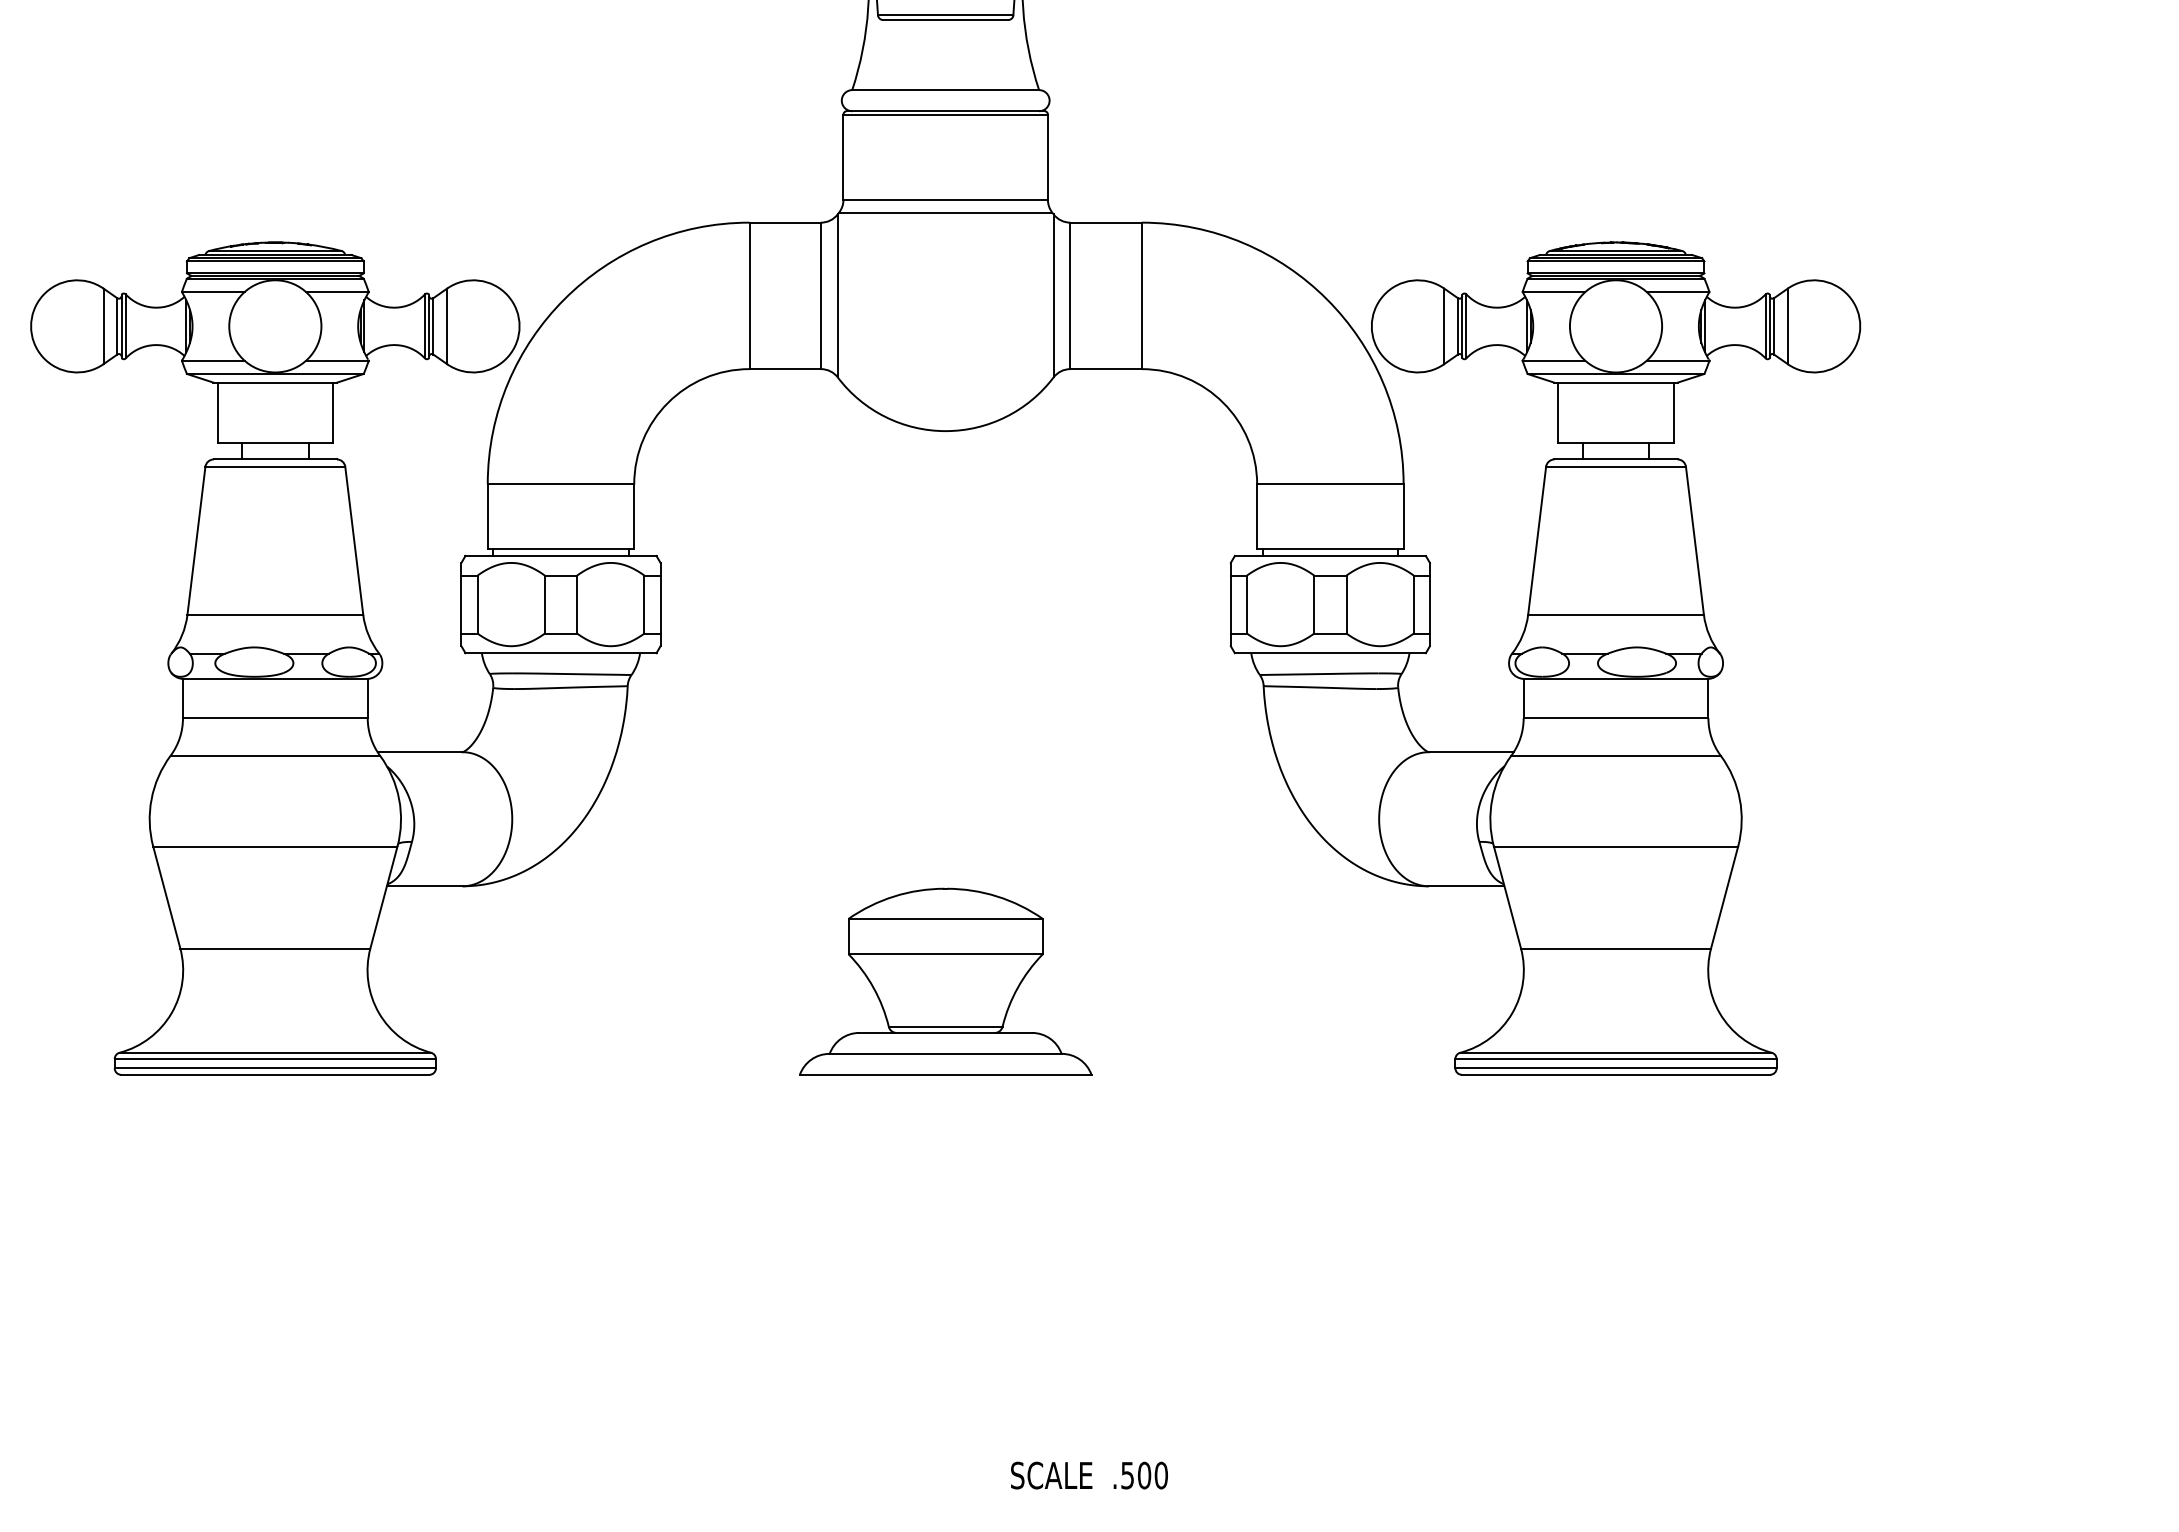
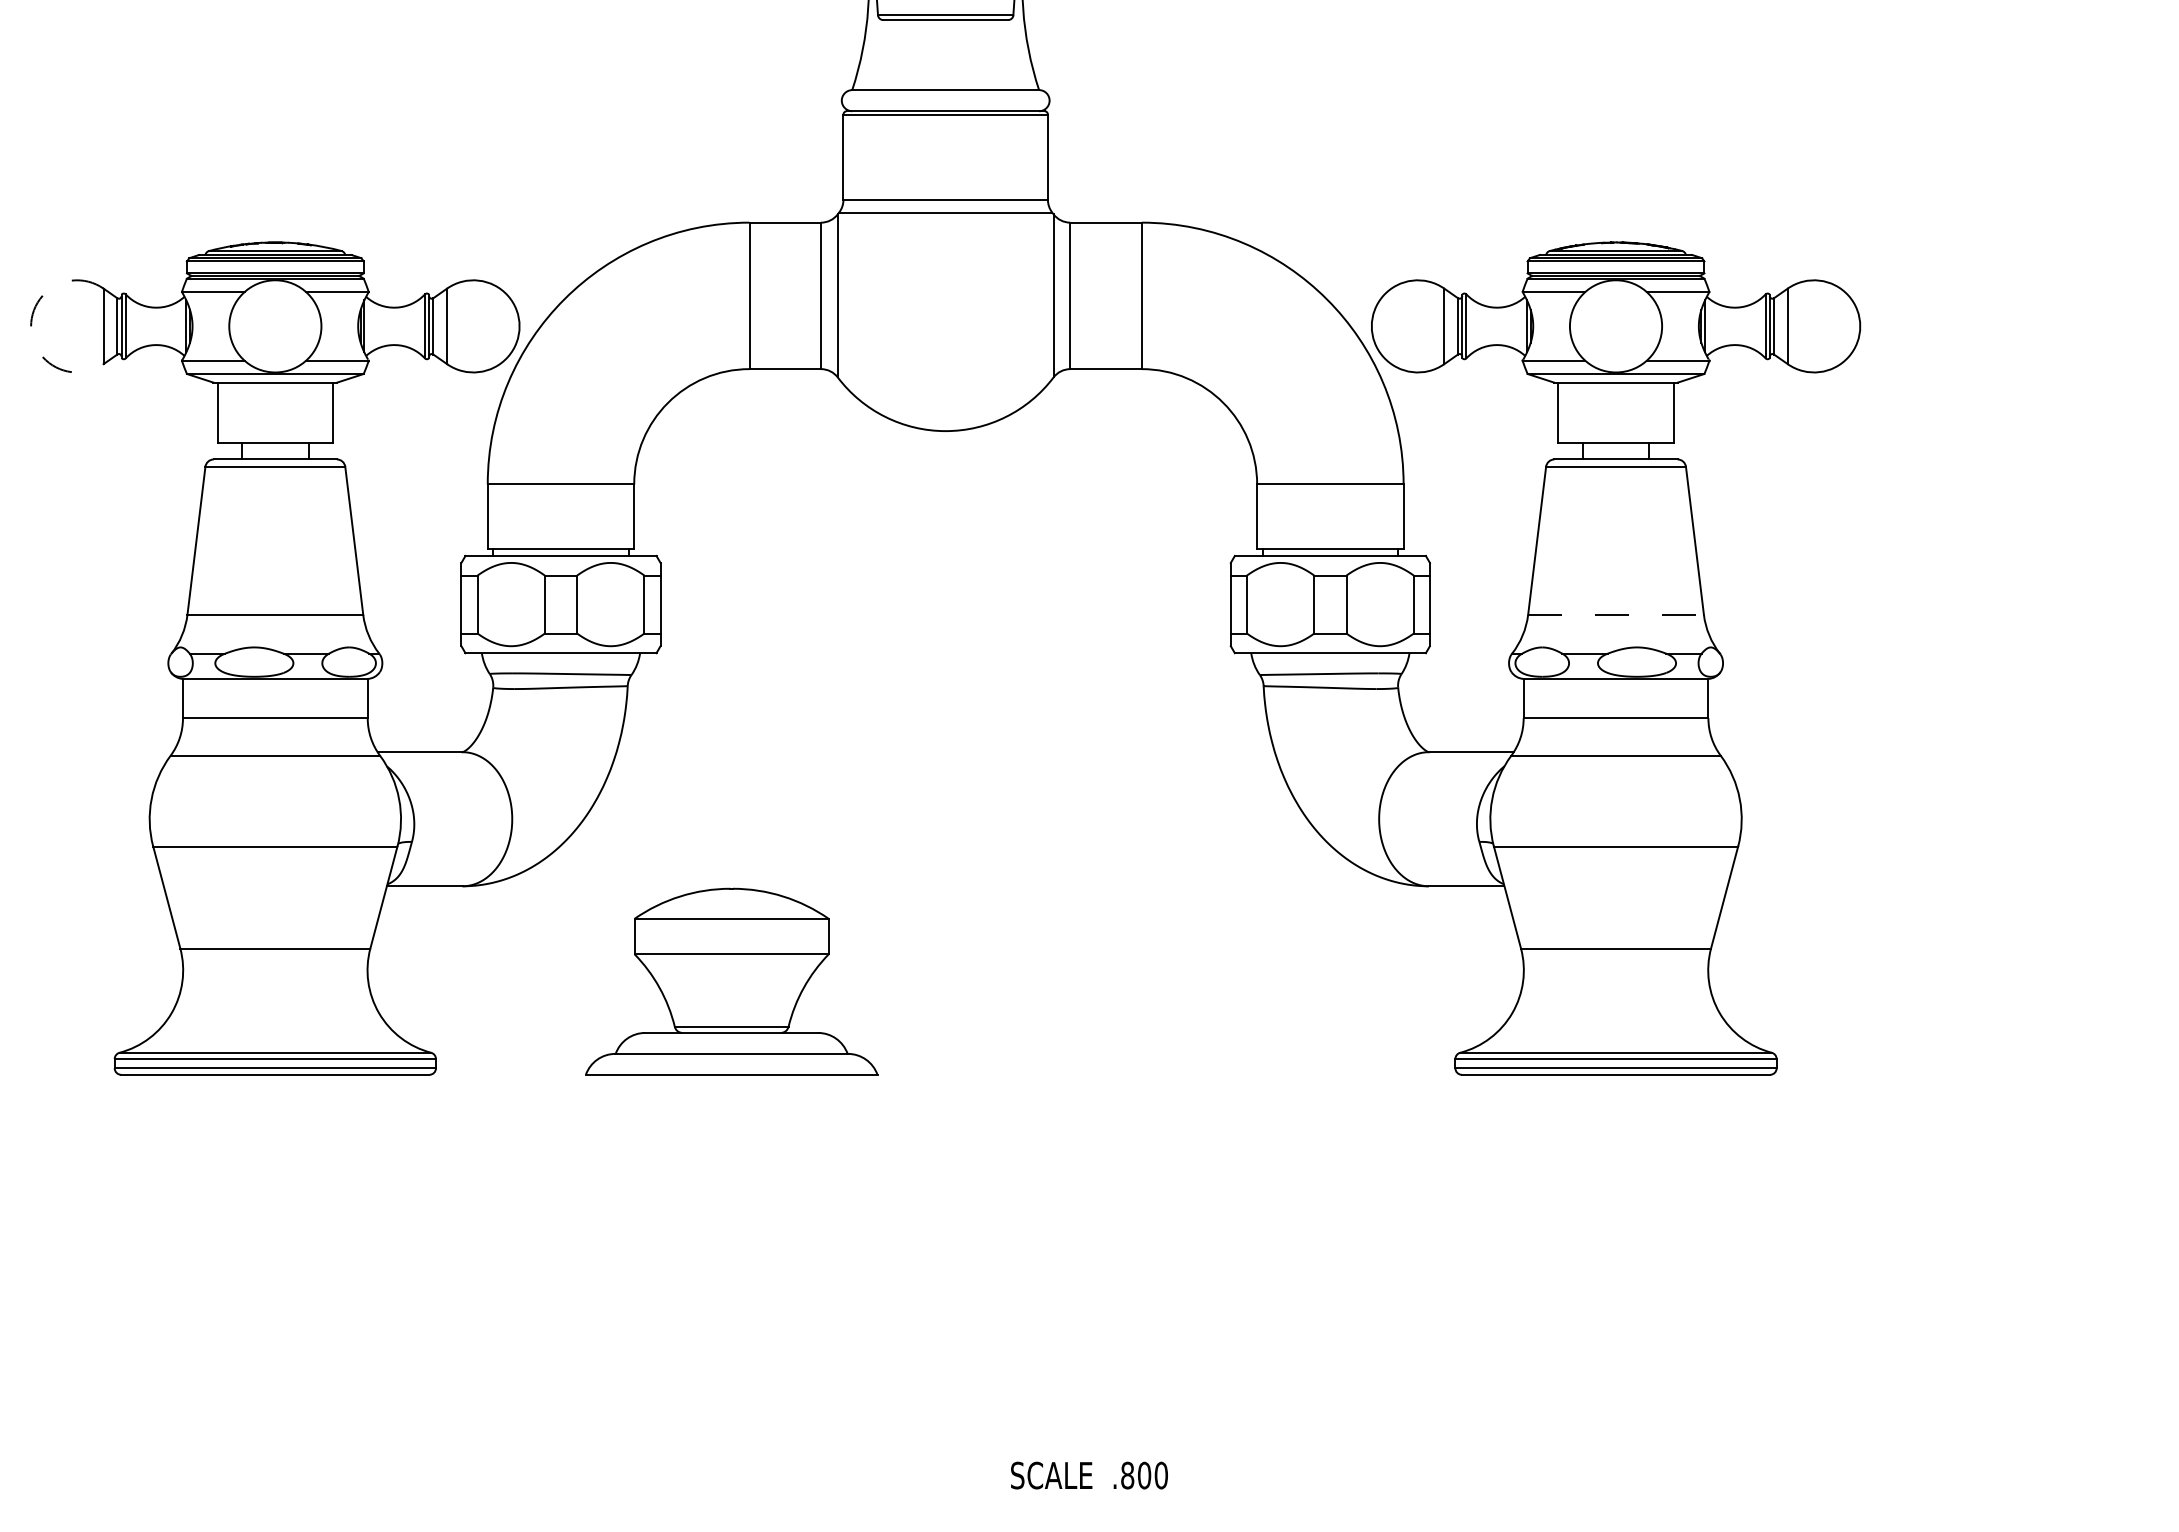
arc at (31, 326): solid -> dashed
line at (1616, 614): solid -> dashed
part at (945, 981) position: (945, 981) -> (731, 981)
text at (1127, 1475): .500 -> .800
